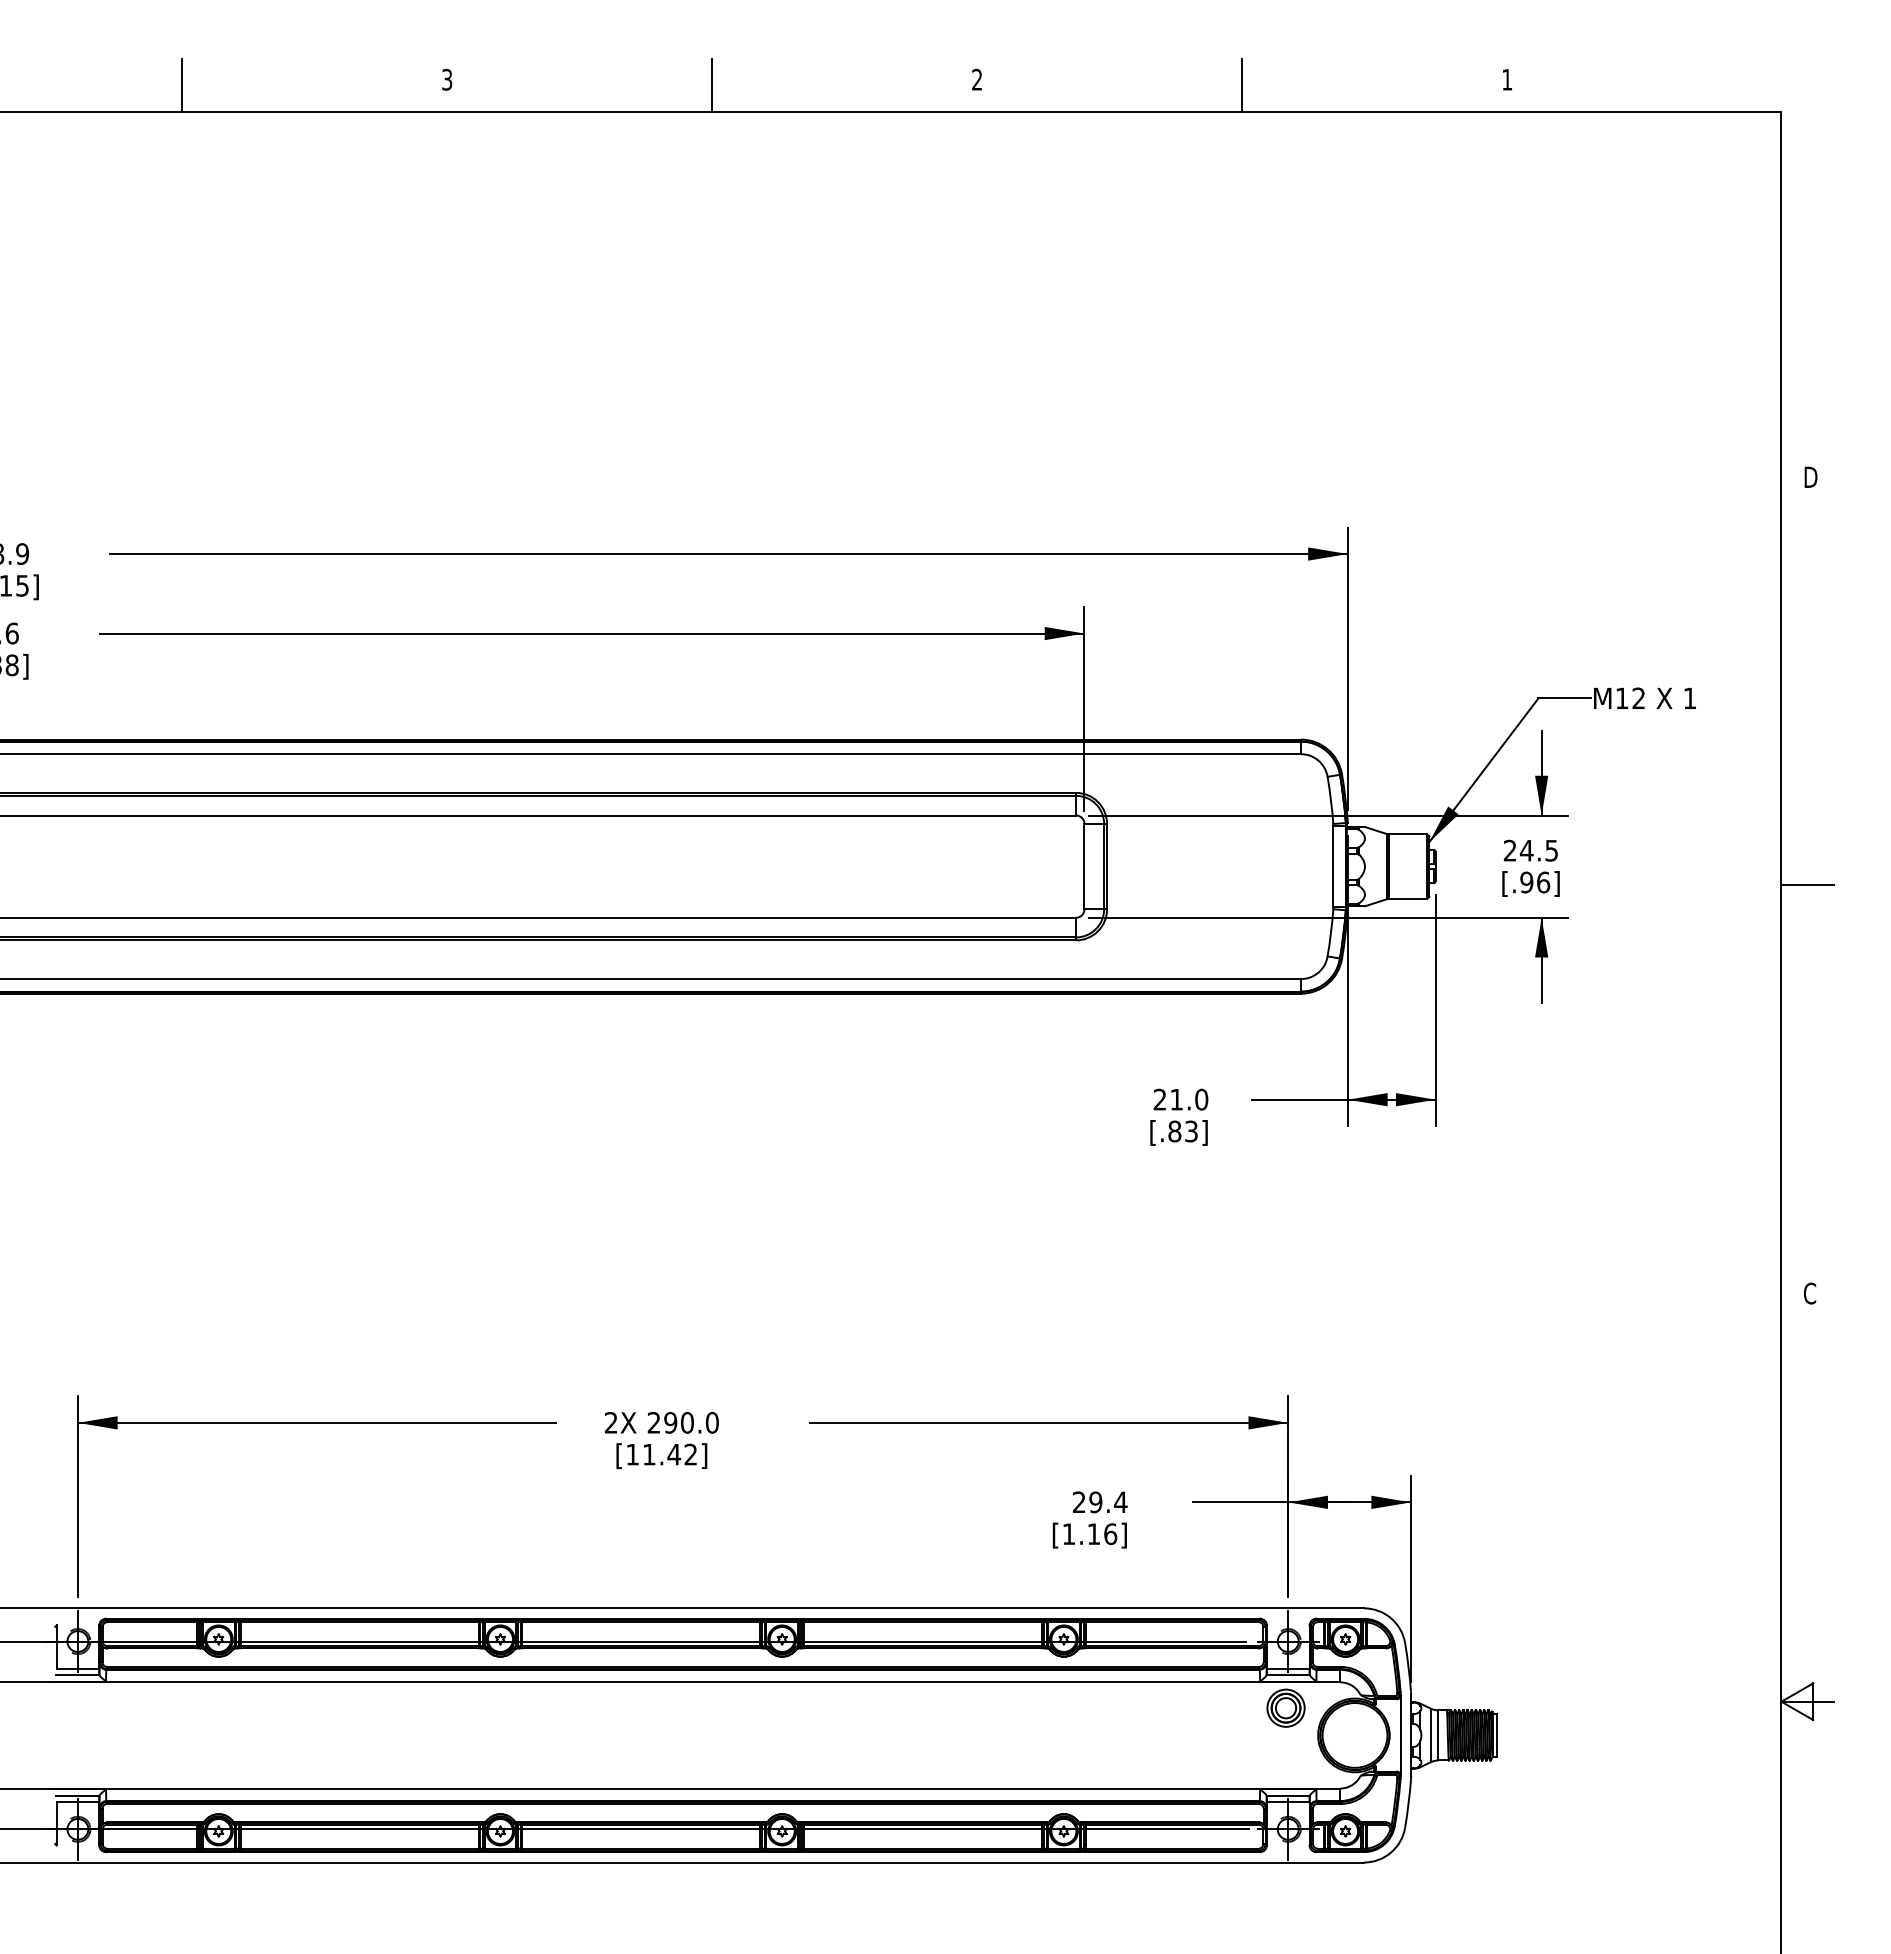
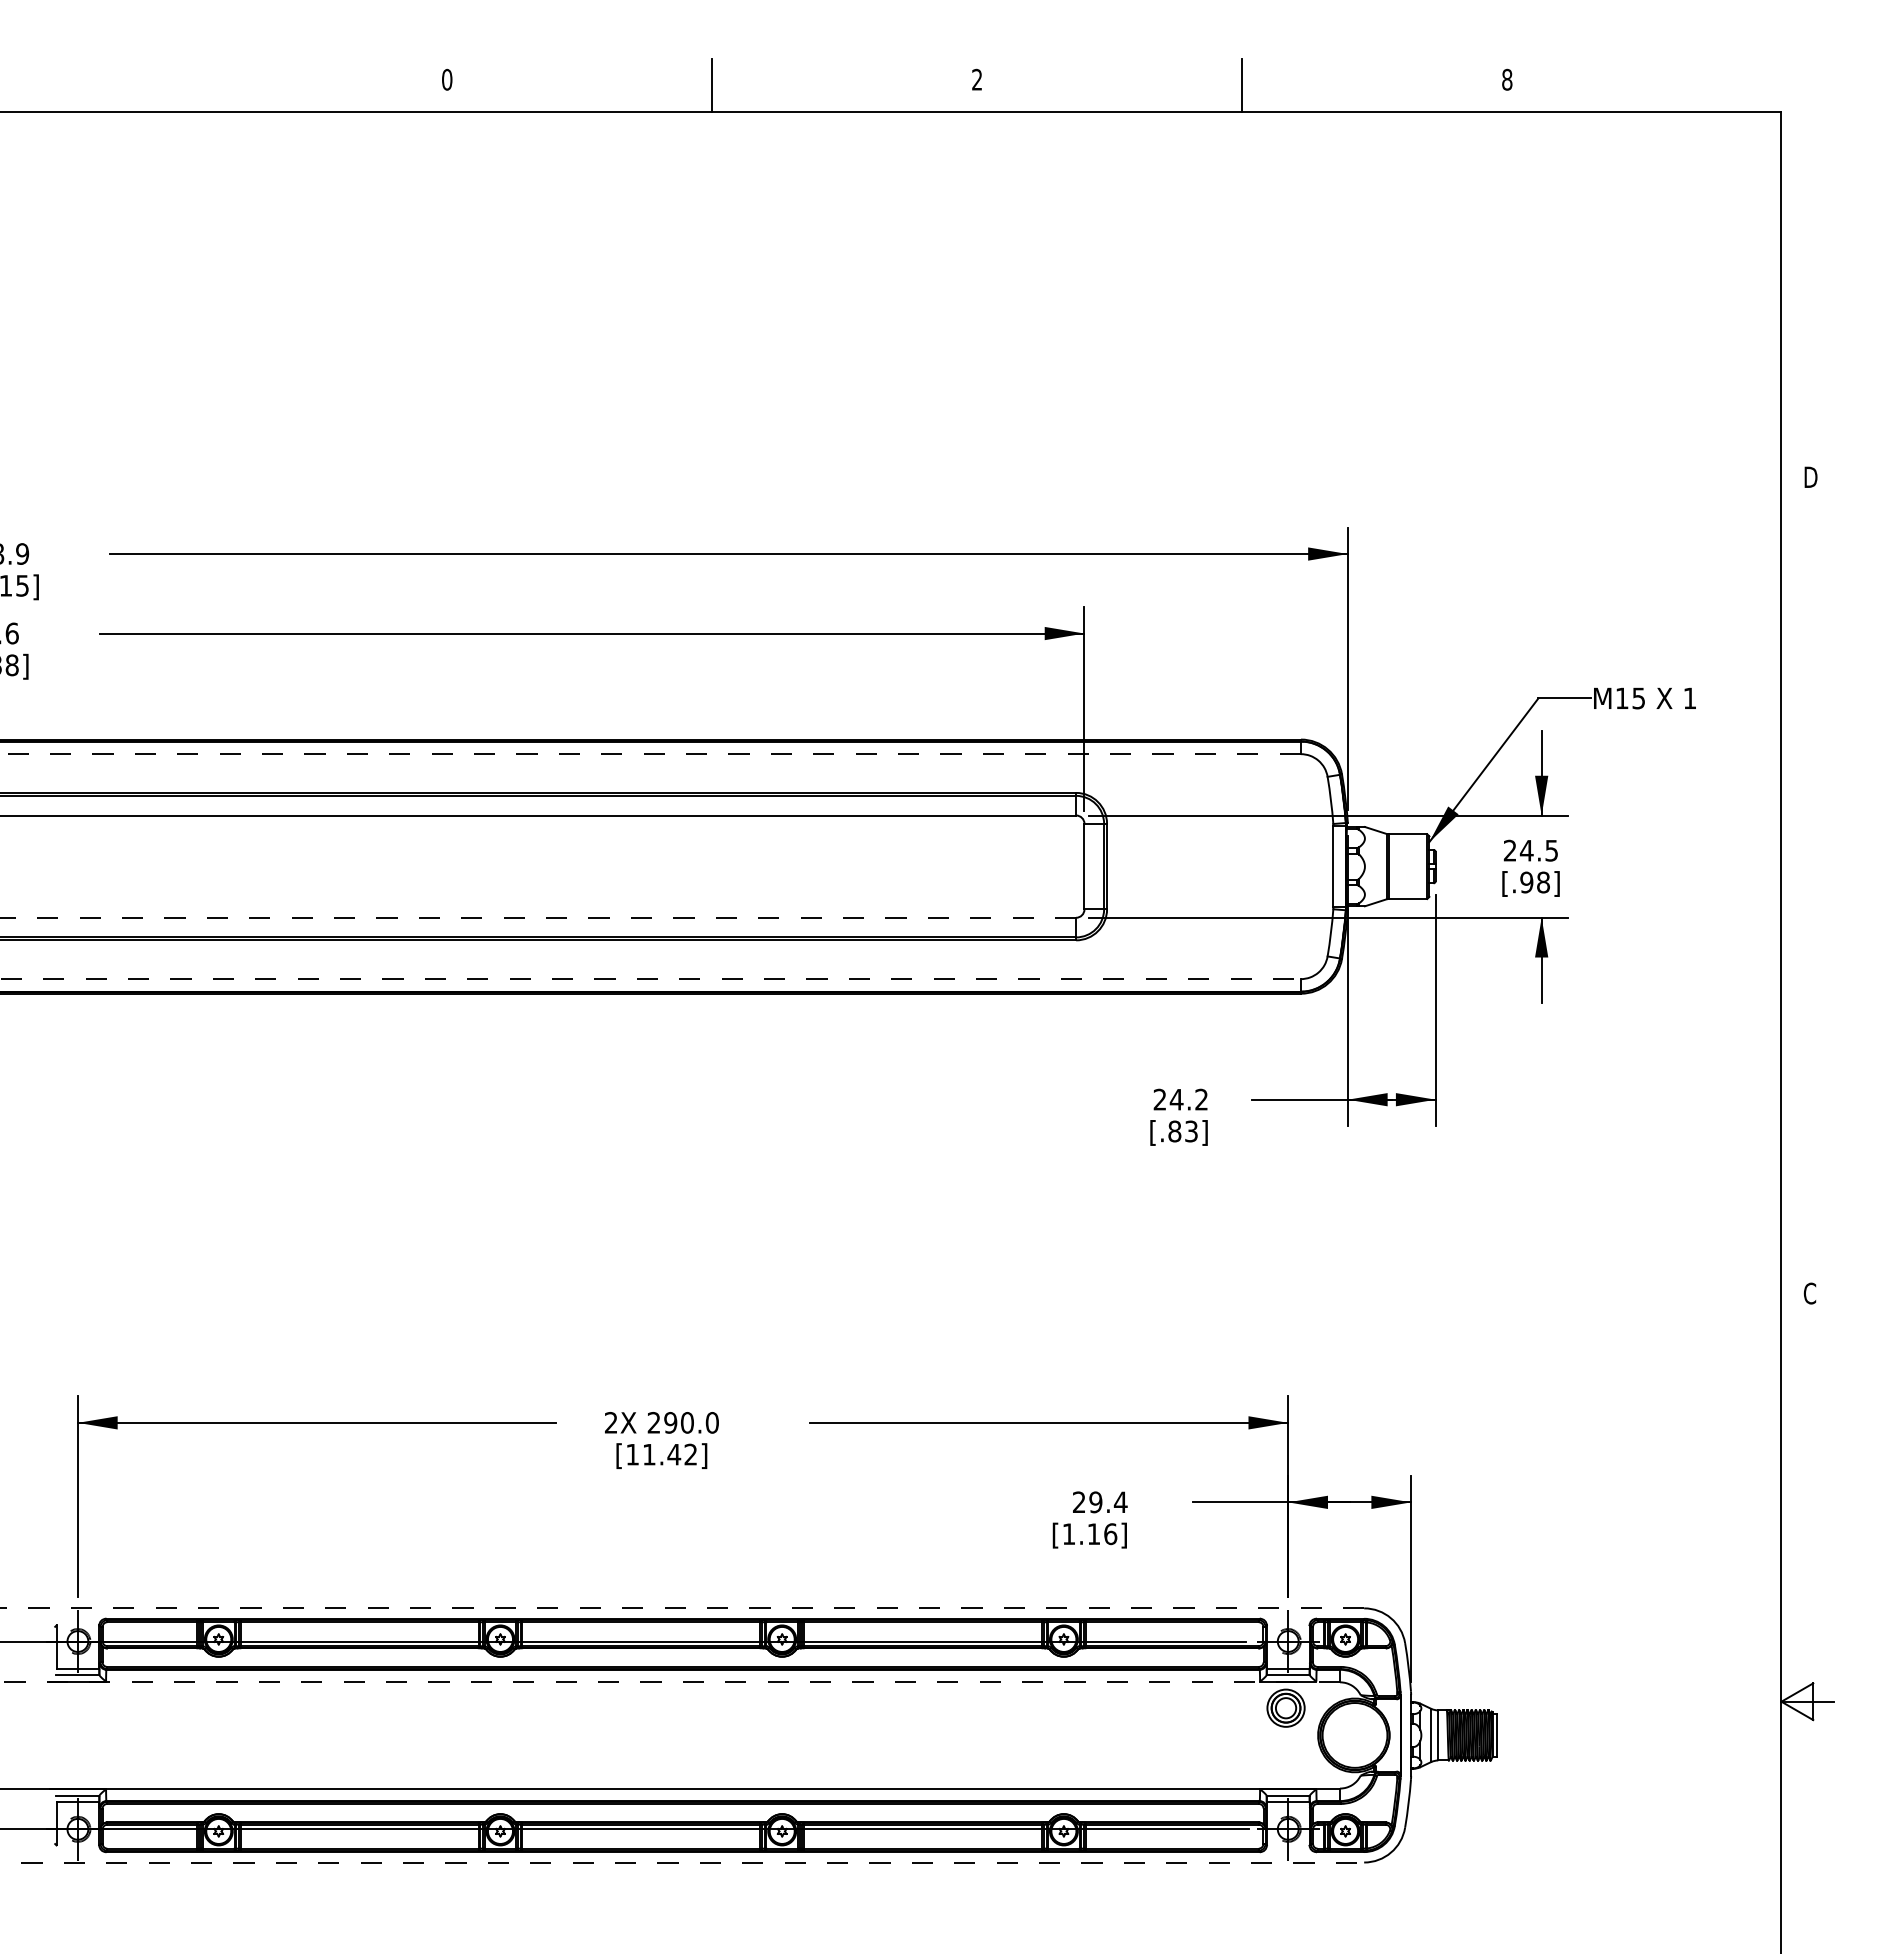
text at (447, 79): 3 -> 0
text at (1507, 79): 1 -> 8
line at (182, 84): present -> none
text at (1638, 698): M12 -> M15
line at (650, 754): solid -> dashed
text at (1543, 882): [.96] -> [.98]
line at (1807, 885): present -> none
line at (538, 917): solid -> dashed
line at (651, 979): solid -> dashed
text at (1188, 1099): 21.0 -> 24.2
line at (682, 1608): solid -> dashed
line at (670, 1682): solid -> dashed
line at (682, 1862): solid -> dashed
